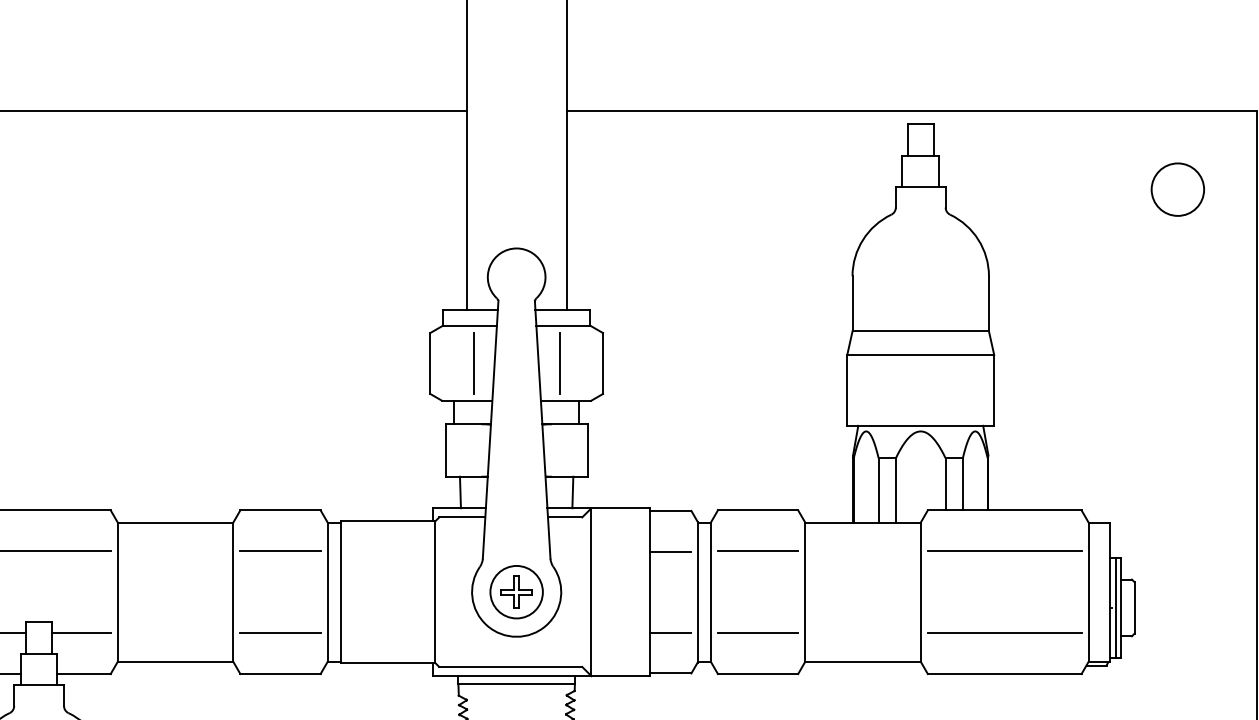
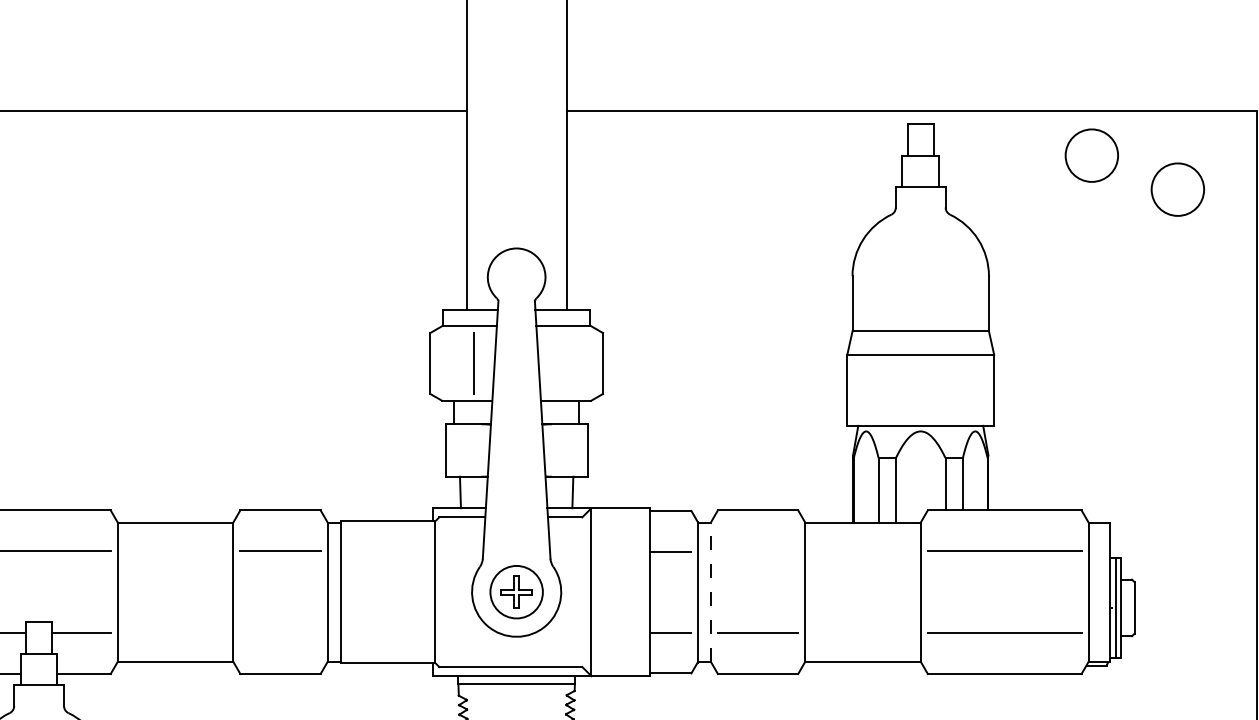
circle at (1091, 155): none -> present
line at (559, 363): present -> none
line at (757, 551): present -> none
line at (710, 592): solid -> dashed
line at (280, 633): present -> none
